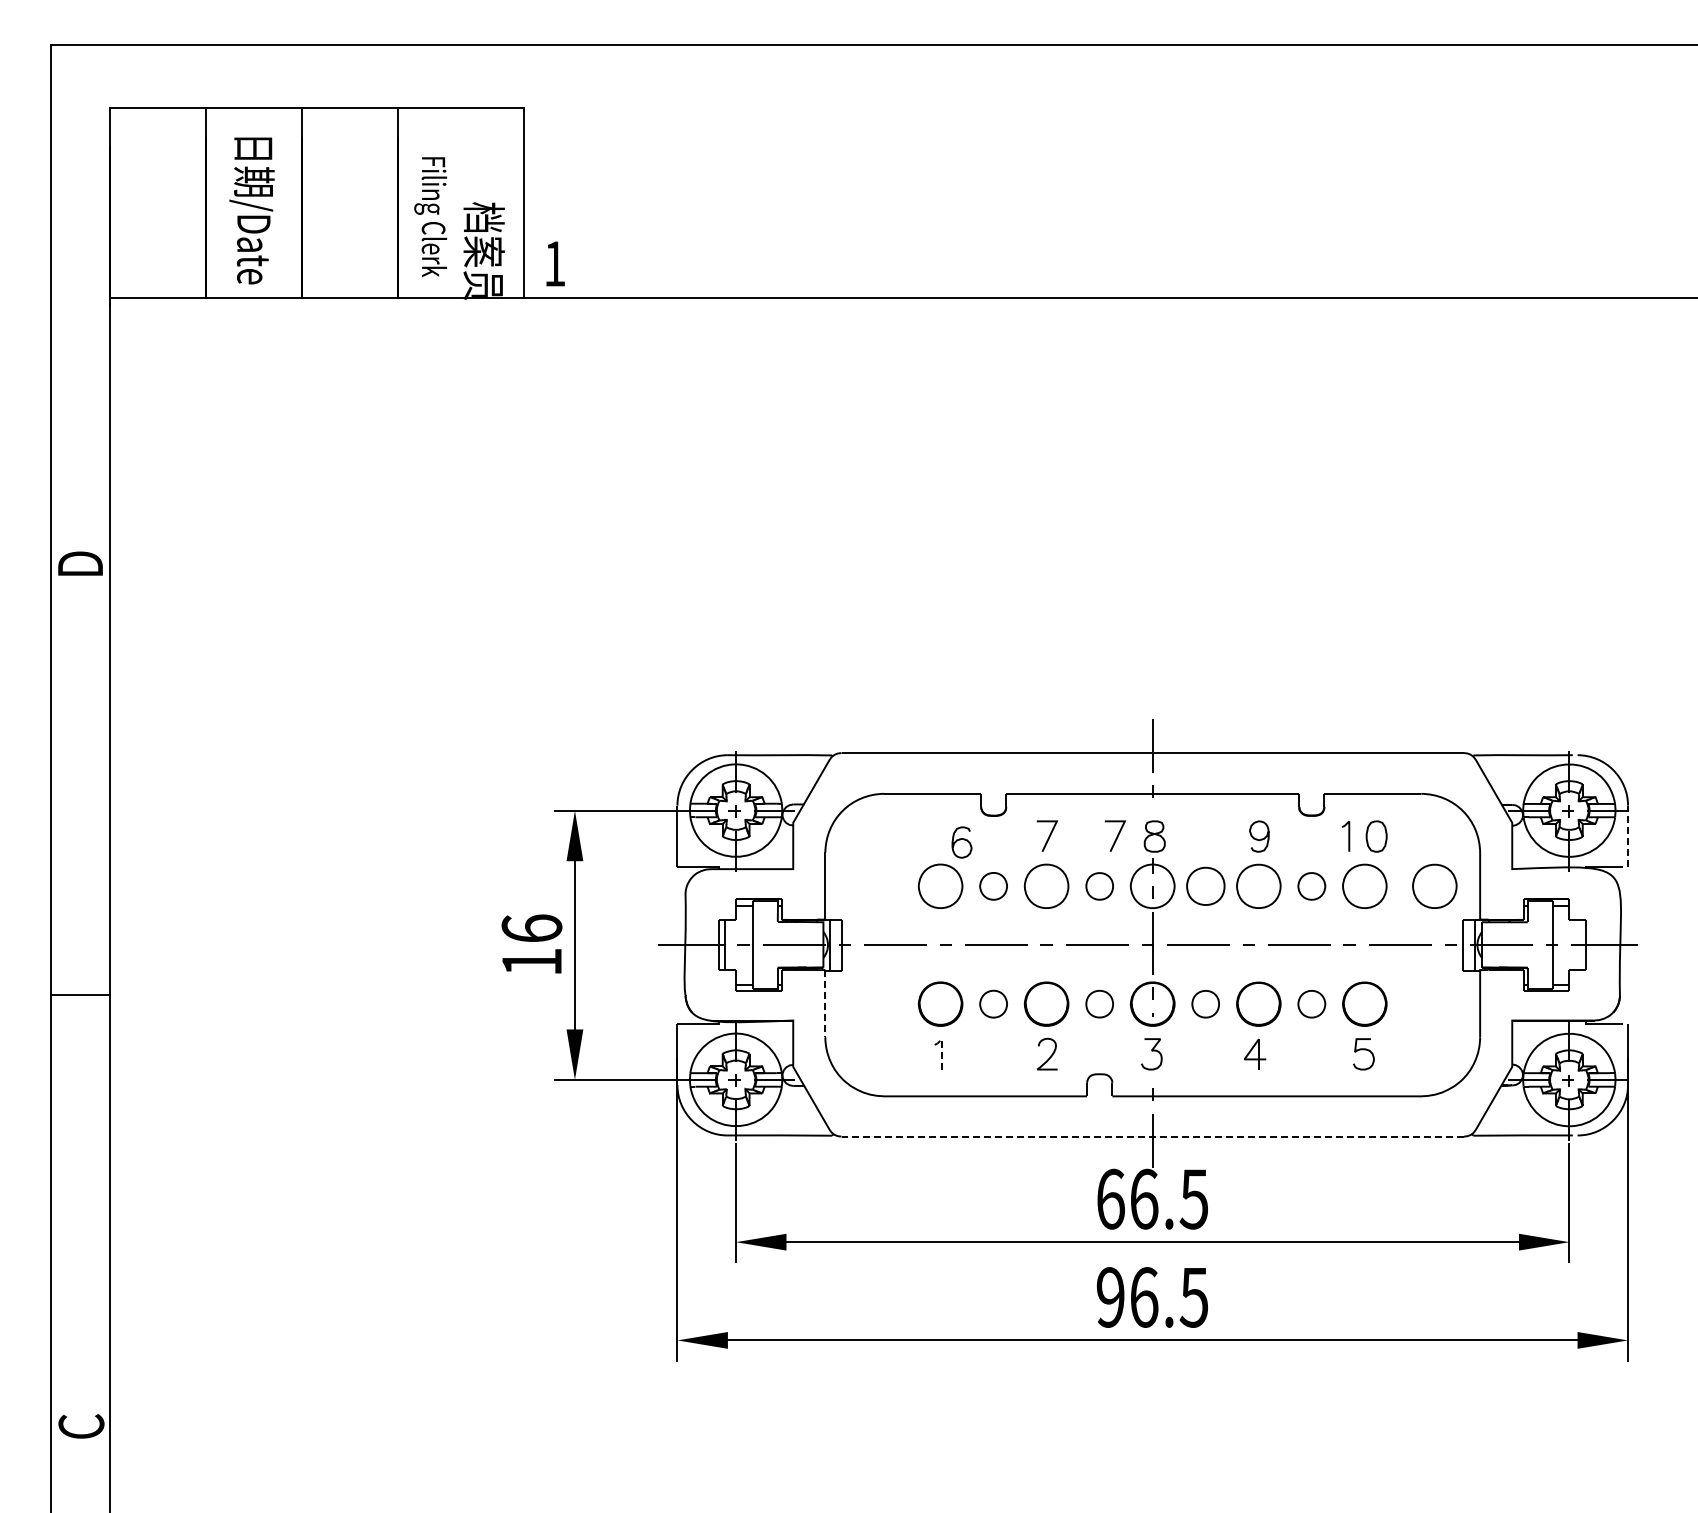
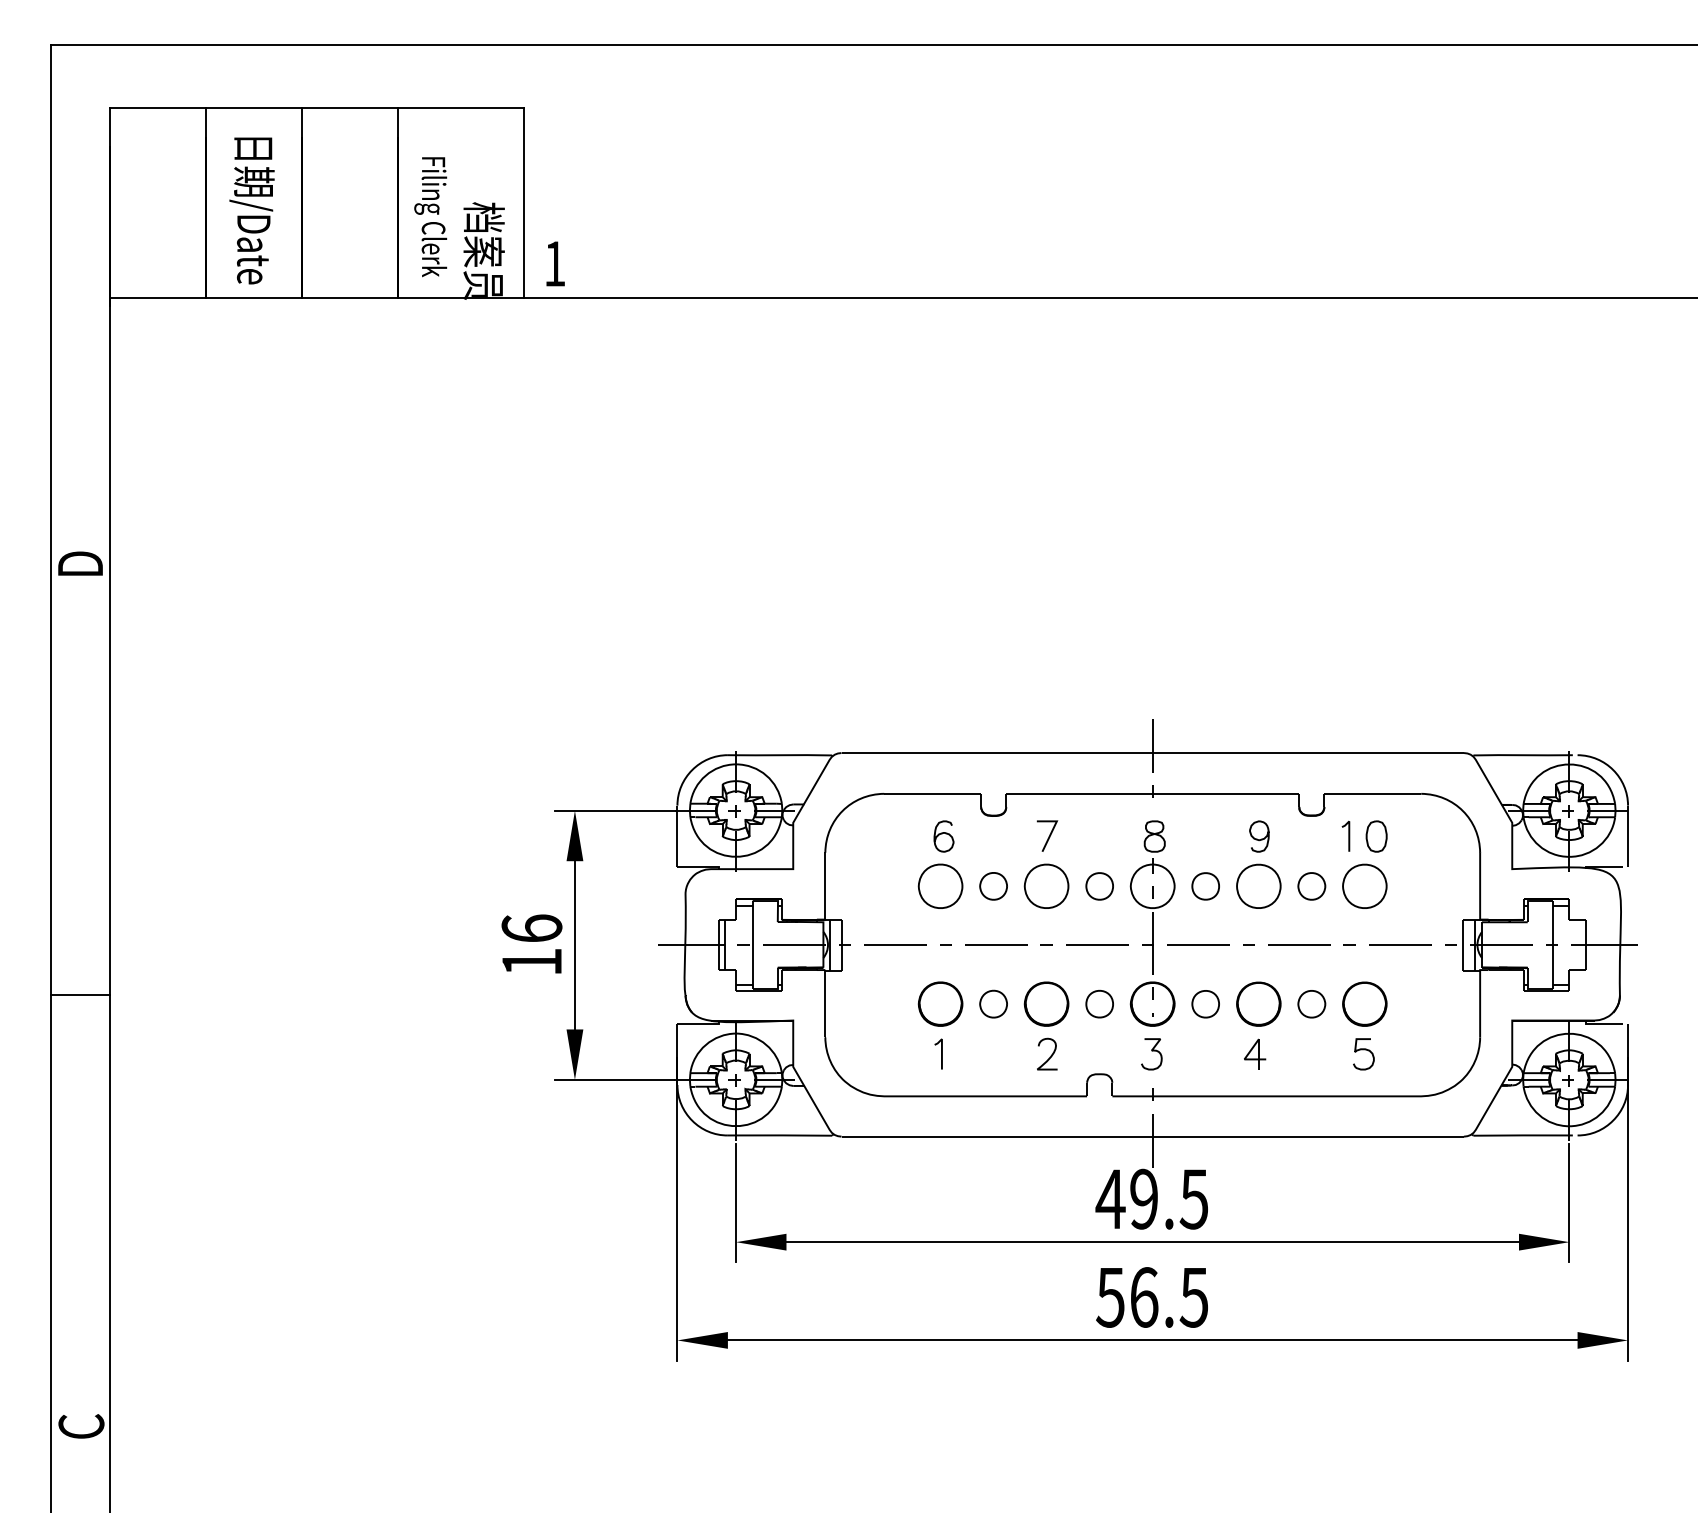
line at (1116, 836): present -> none
line at (1628, 836): dashed -> solid
curve at (960, 840) position: (960, 840) -> (942, 834)
part at (1205, 885) size: 40x40 px -> 29x29 px
part at (1434, 885): present -> none
line at (825, 1003): dashed -> solid
line at (941, 1047): dashed -> solid
line at (1152, 1136): dashed -> solid
text at (1126, 1198): 66.5 -> 49.5
text at (1110, 1297): 96.5 -> 56.5
